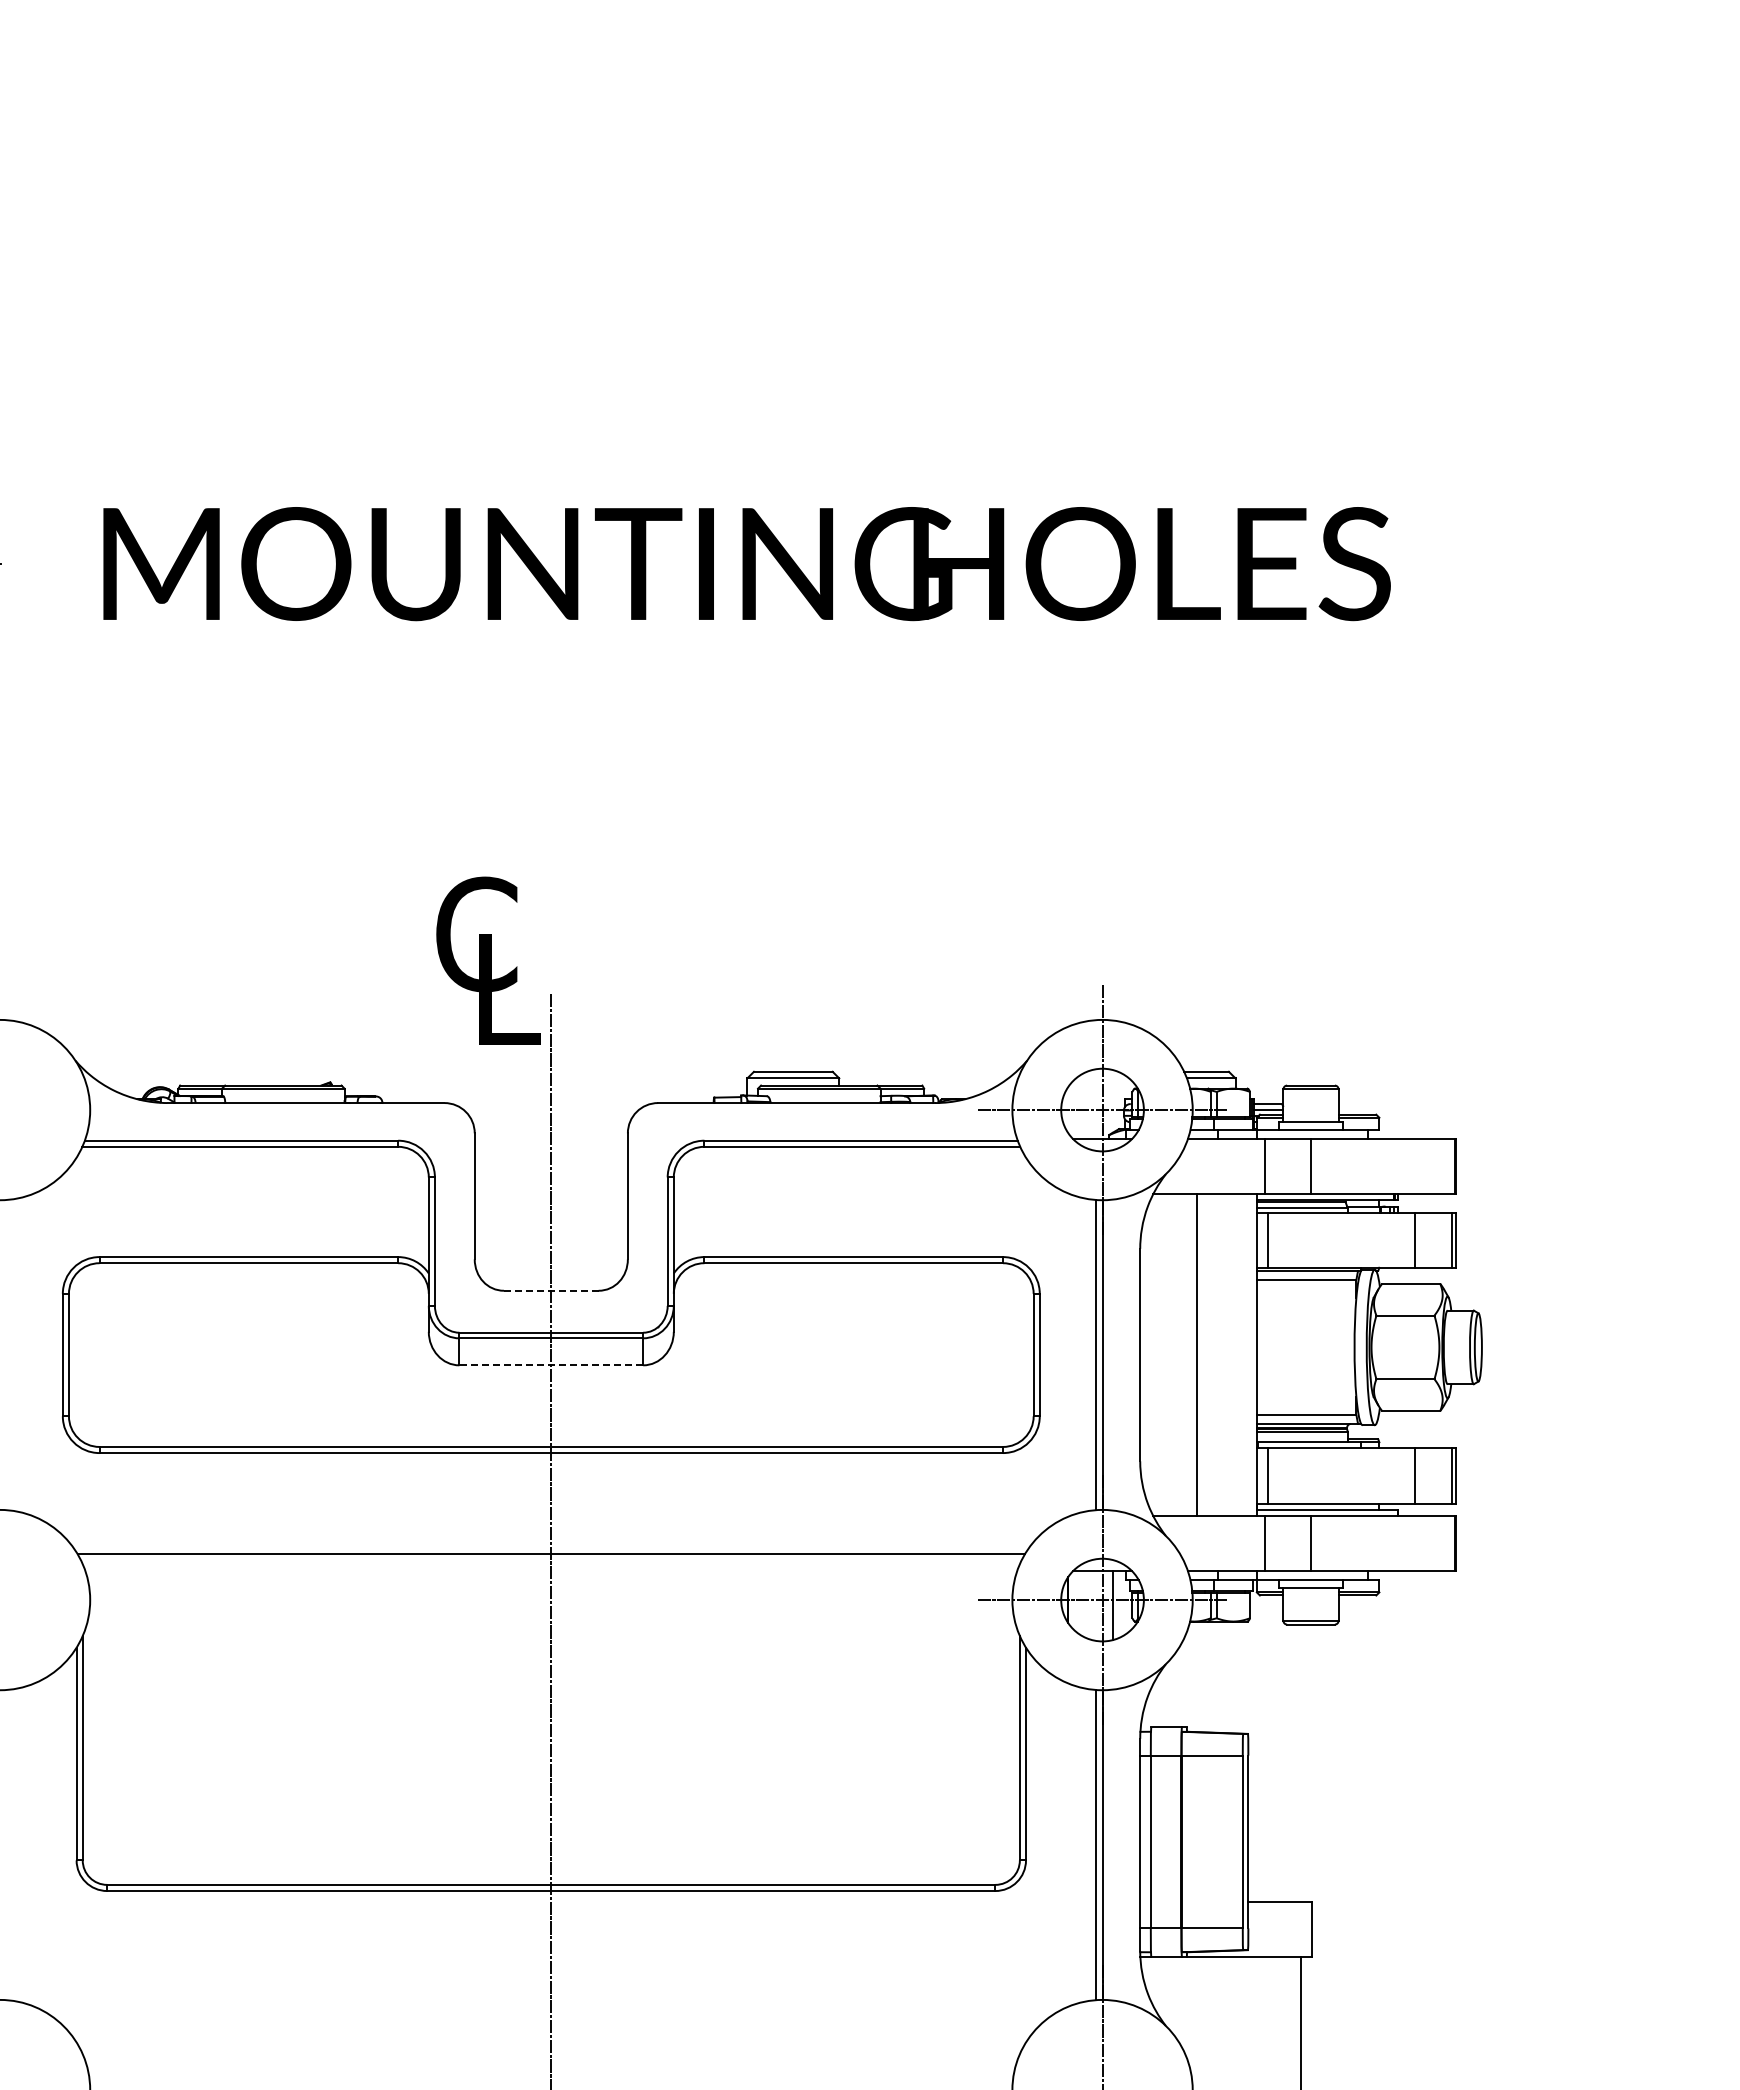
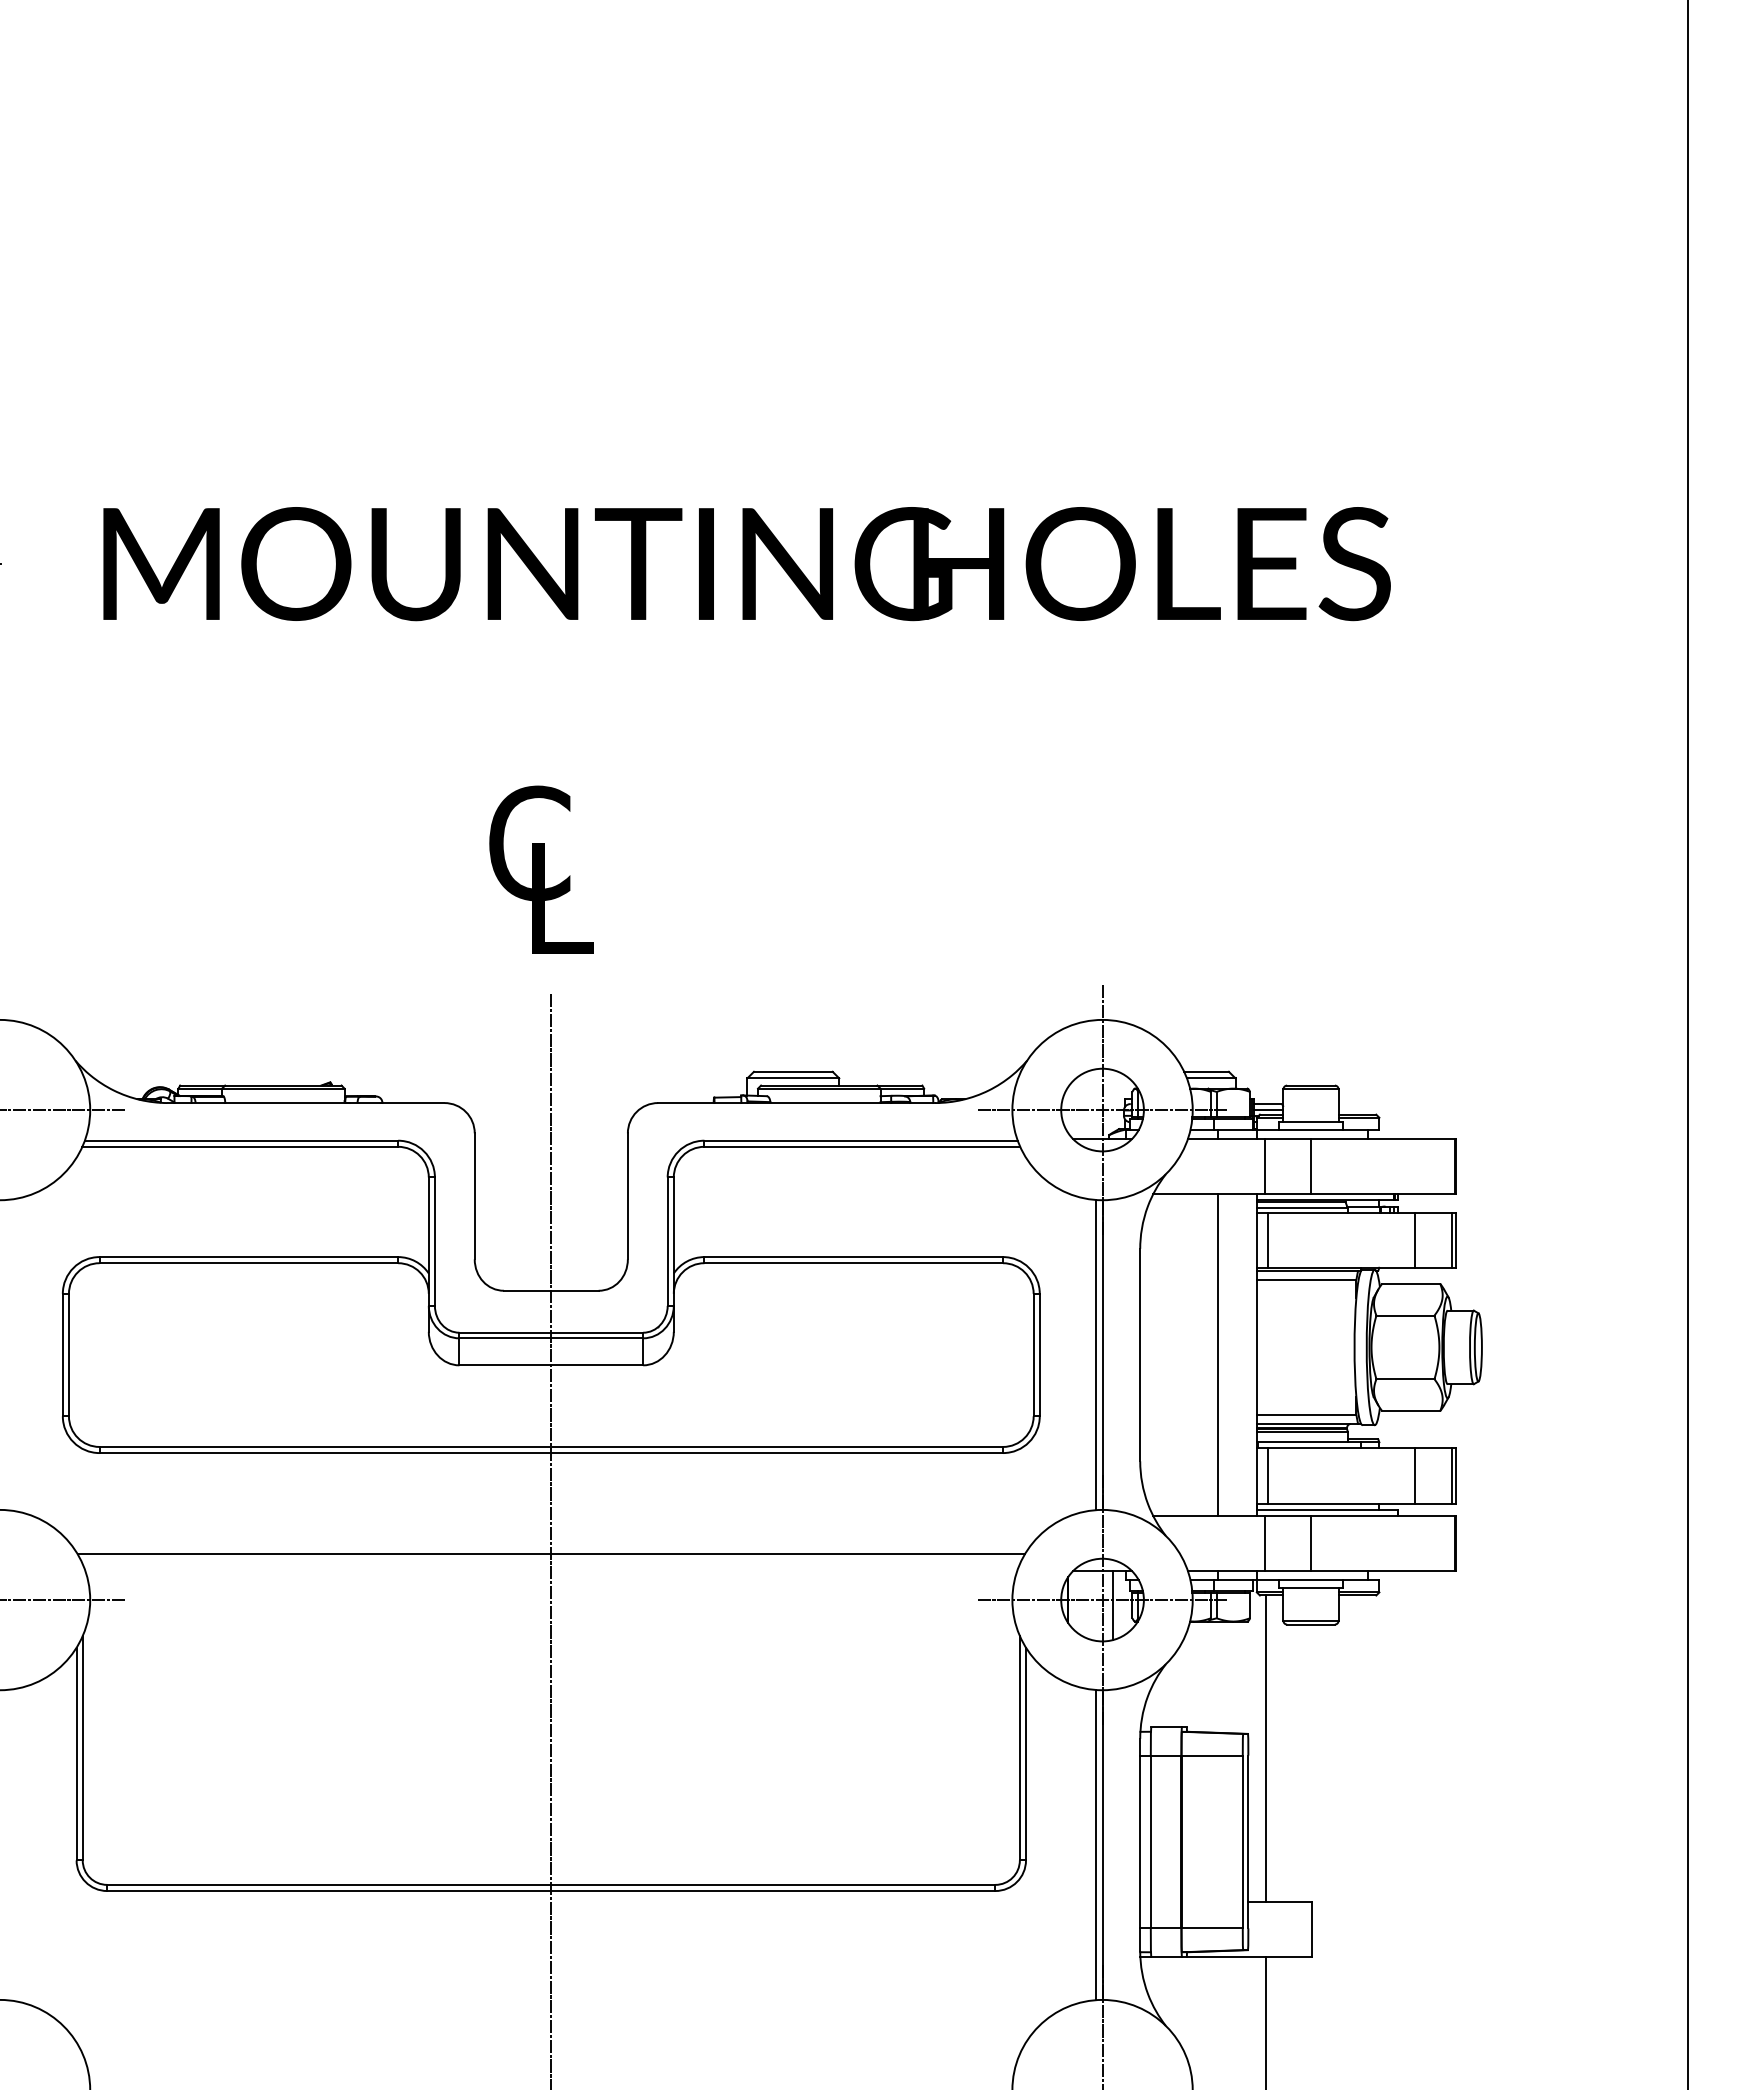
text at (488, 960) position: (488, 960) -> (541, 869)
line at (1687, 1044): none -> present
line at (63, 1110): none -> present
line at (551, 1290): dashed -> solid
line at (1196, 1354) position: (1196, 1354) -> (1217, 1354)
line at (551, 1365): dashed -> solid
line at (63, 1600): none -> present
line at (1266, 1748): none -> present
line at (1301, 2021) position: (1301, 2021) -> (1266, 2021)
